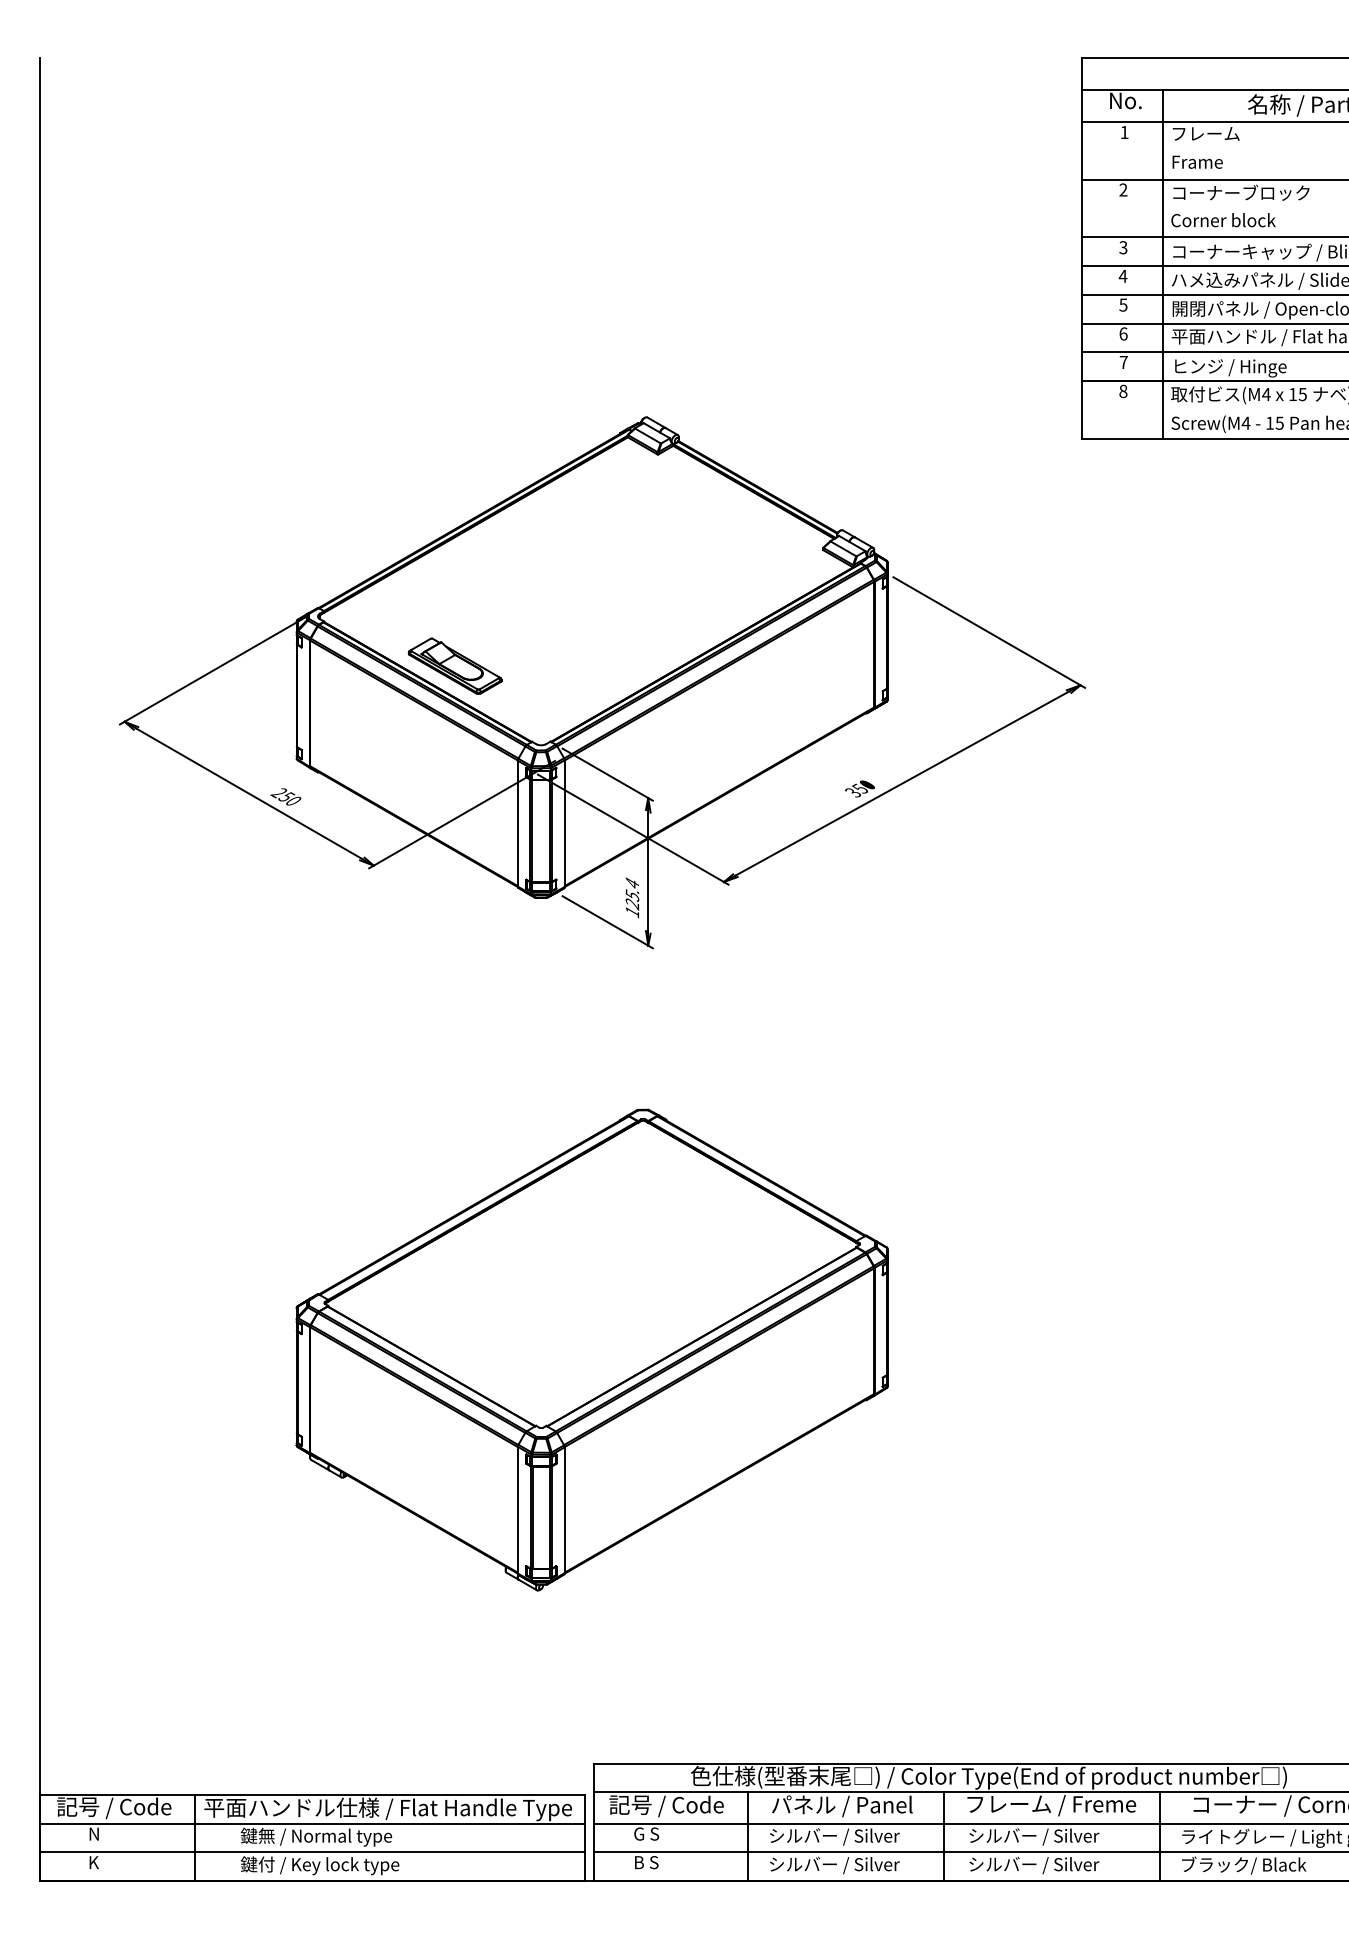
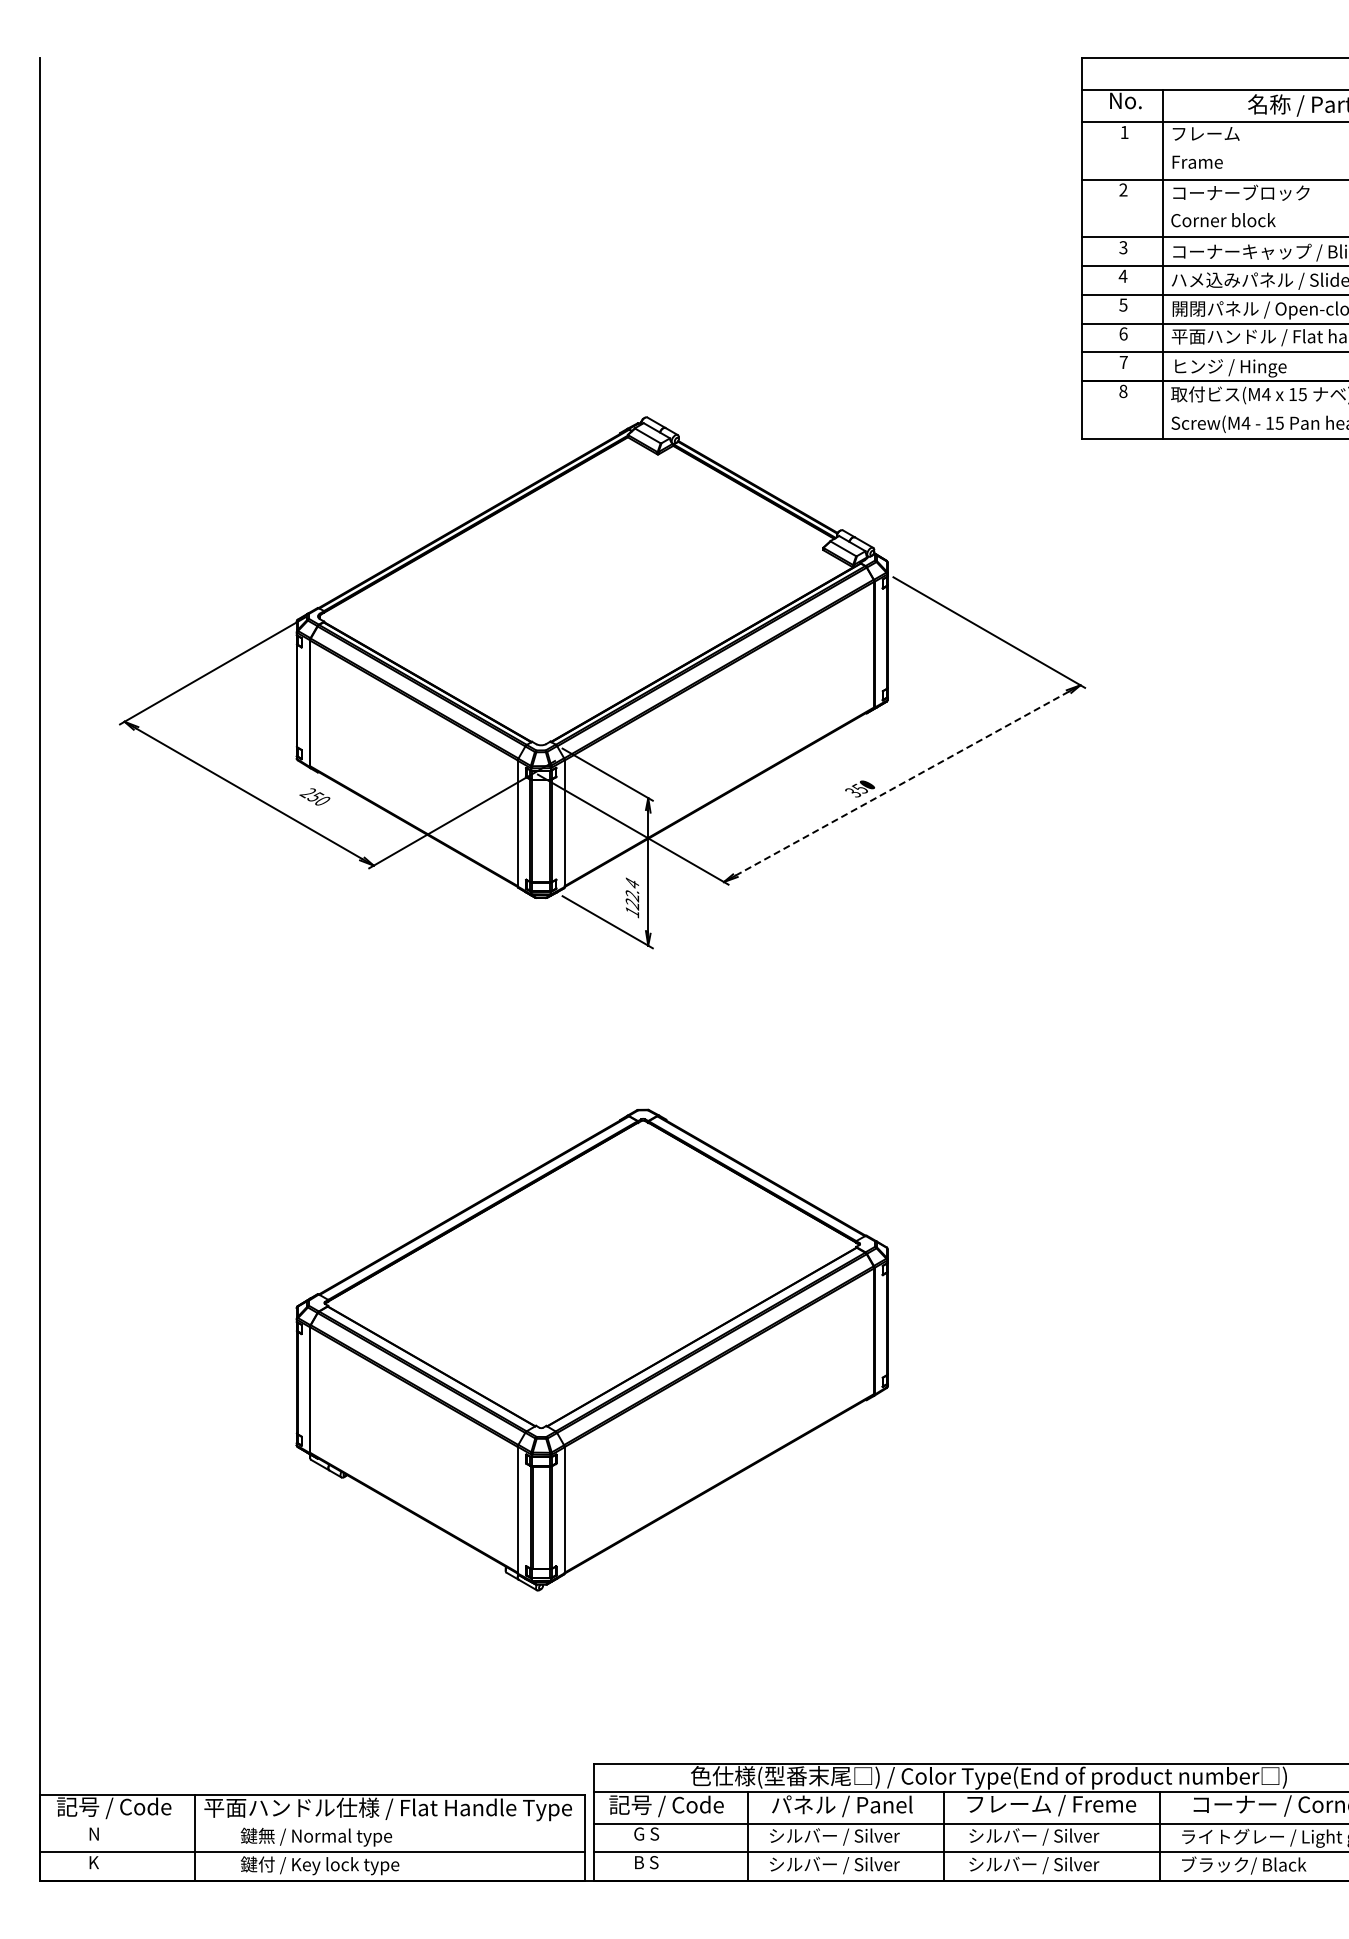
part at (454, 665): present -> none
line at (902, 783): solid -> dashed
text at (285, 796) position: (285, 796) -> (314, 796)
text at (632, 895): 125.4 -> 122.4
line at (312, 1823): present -> none
